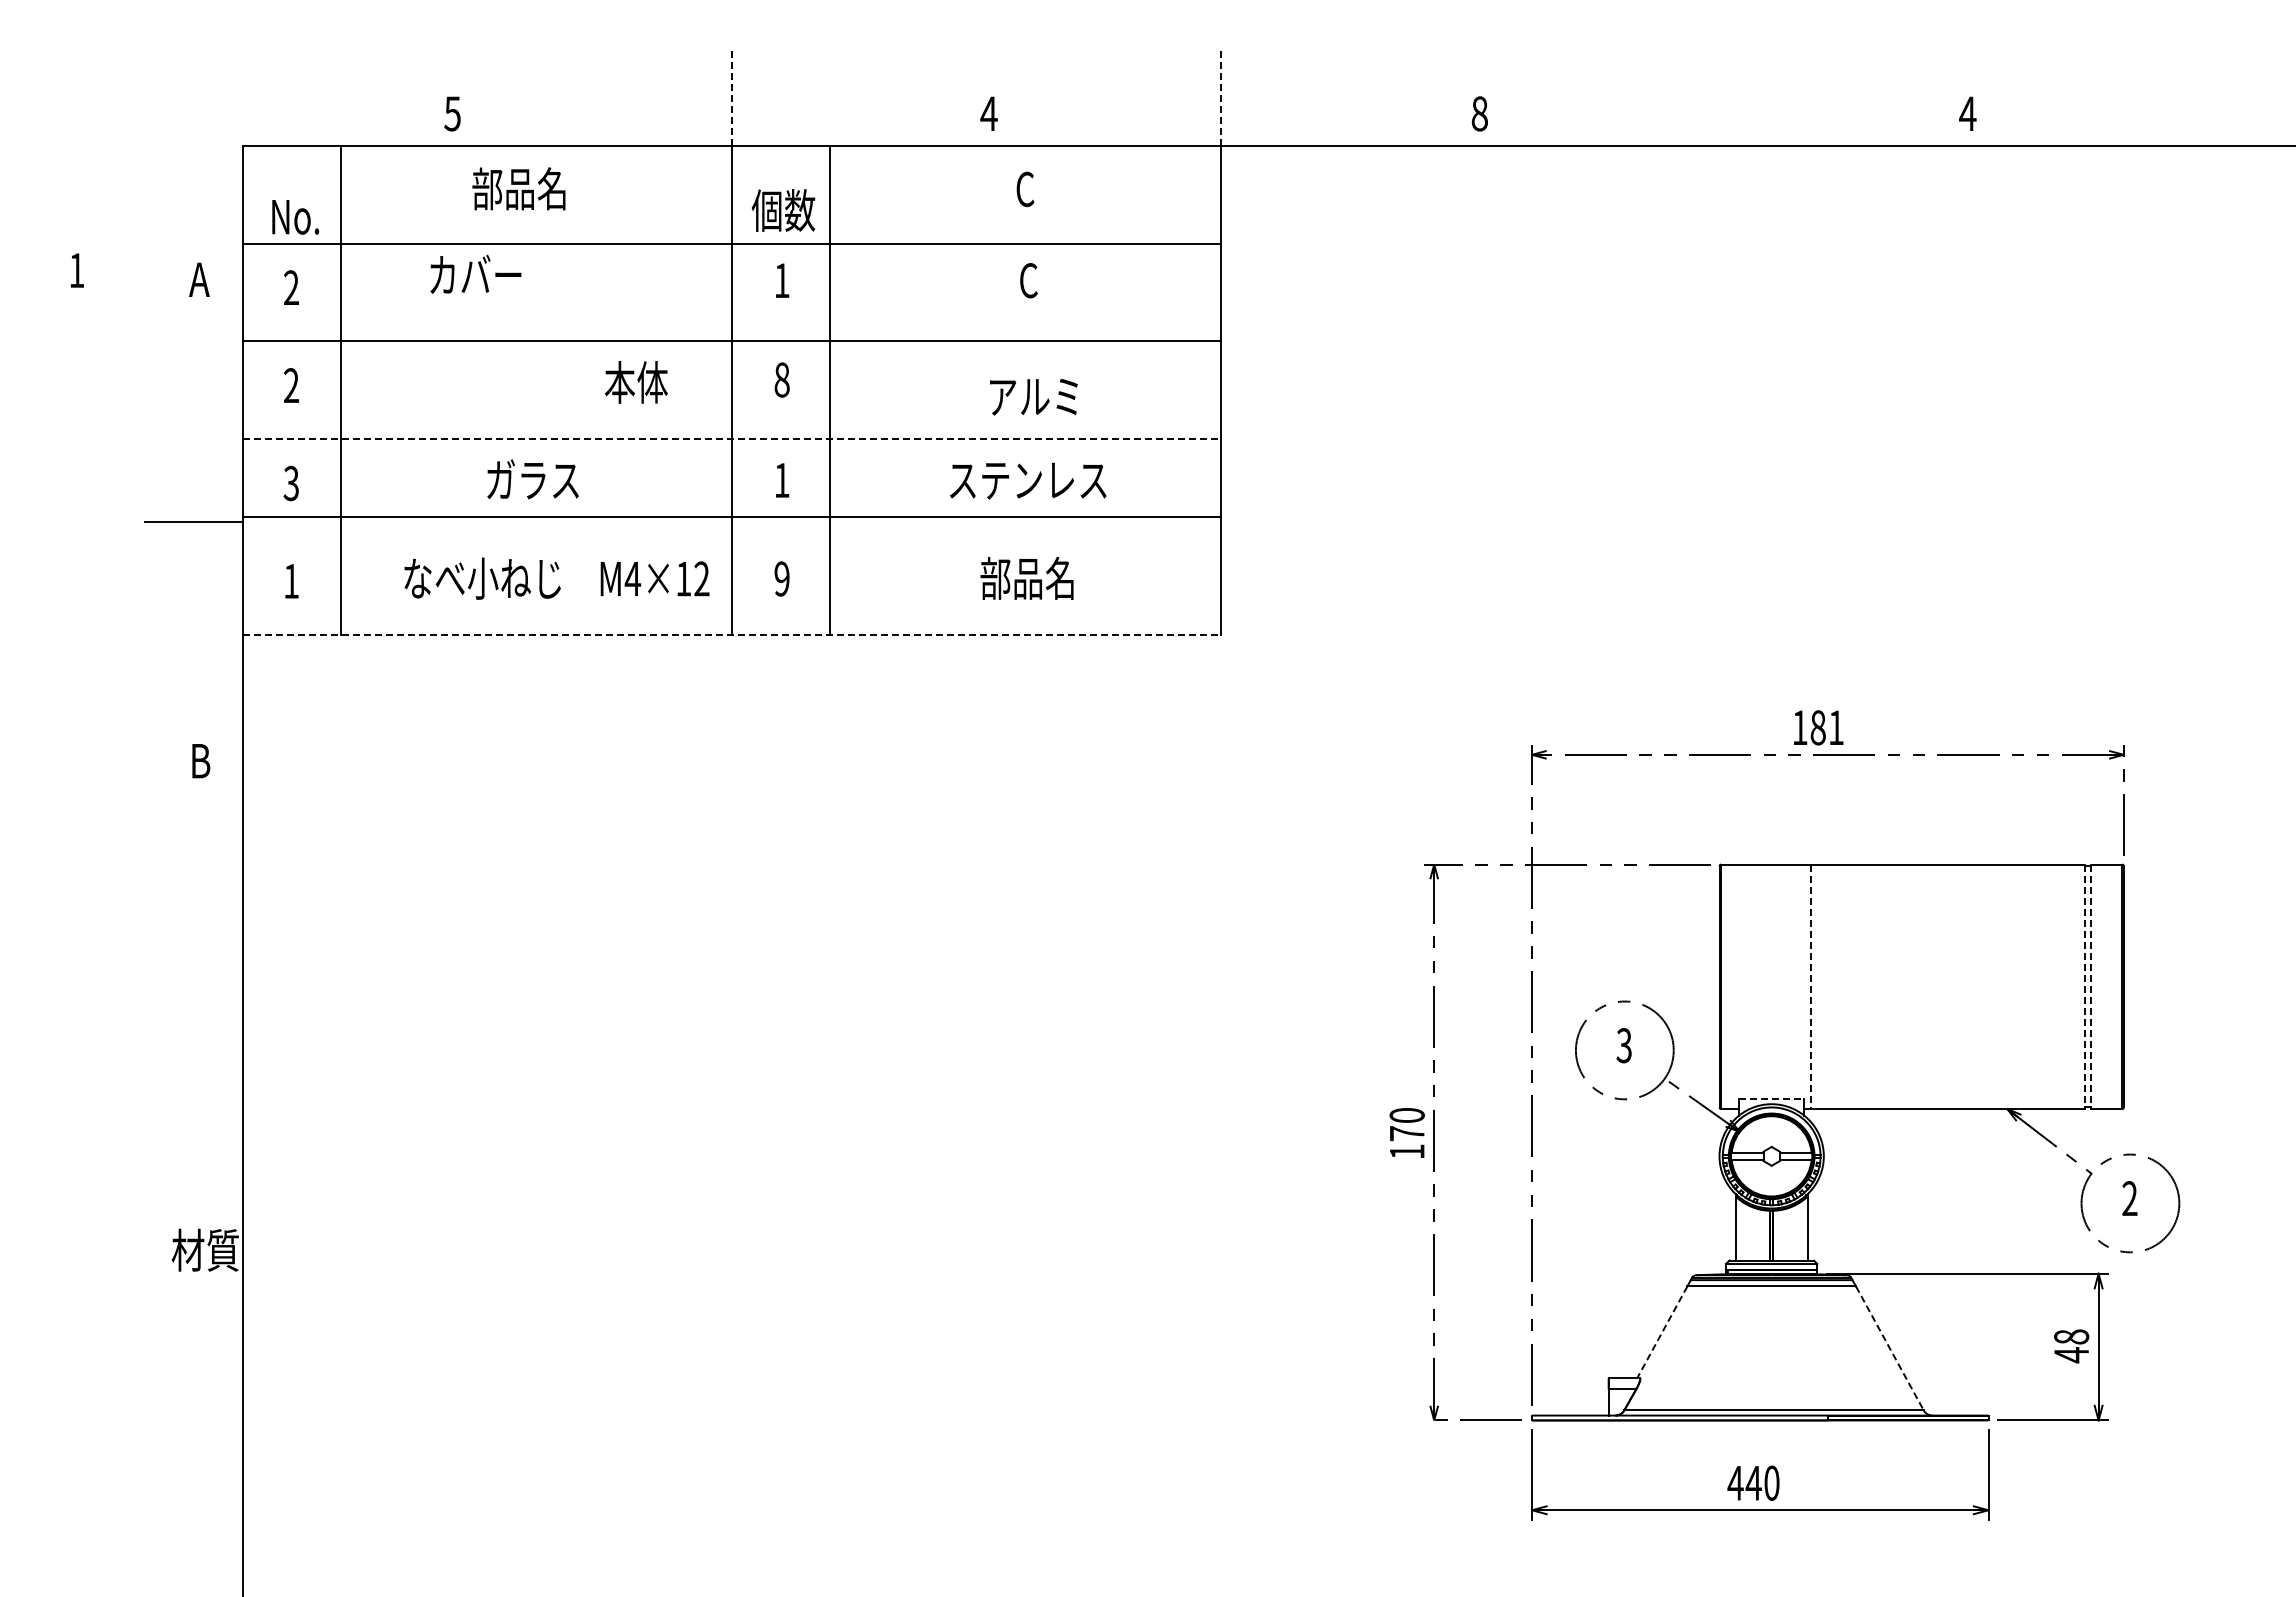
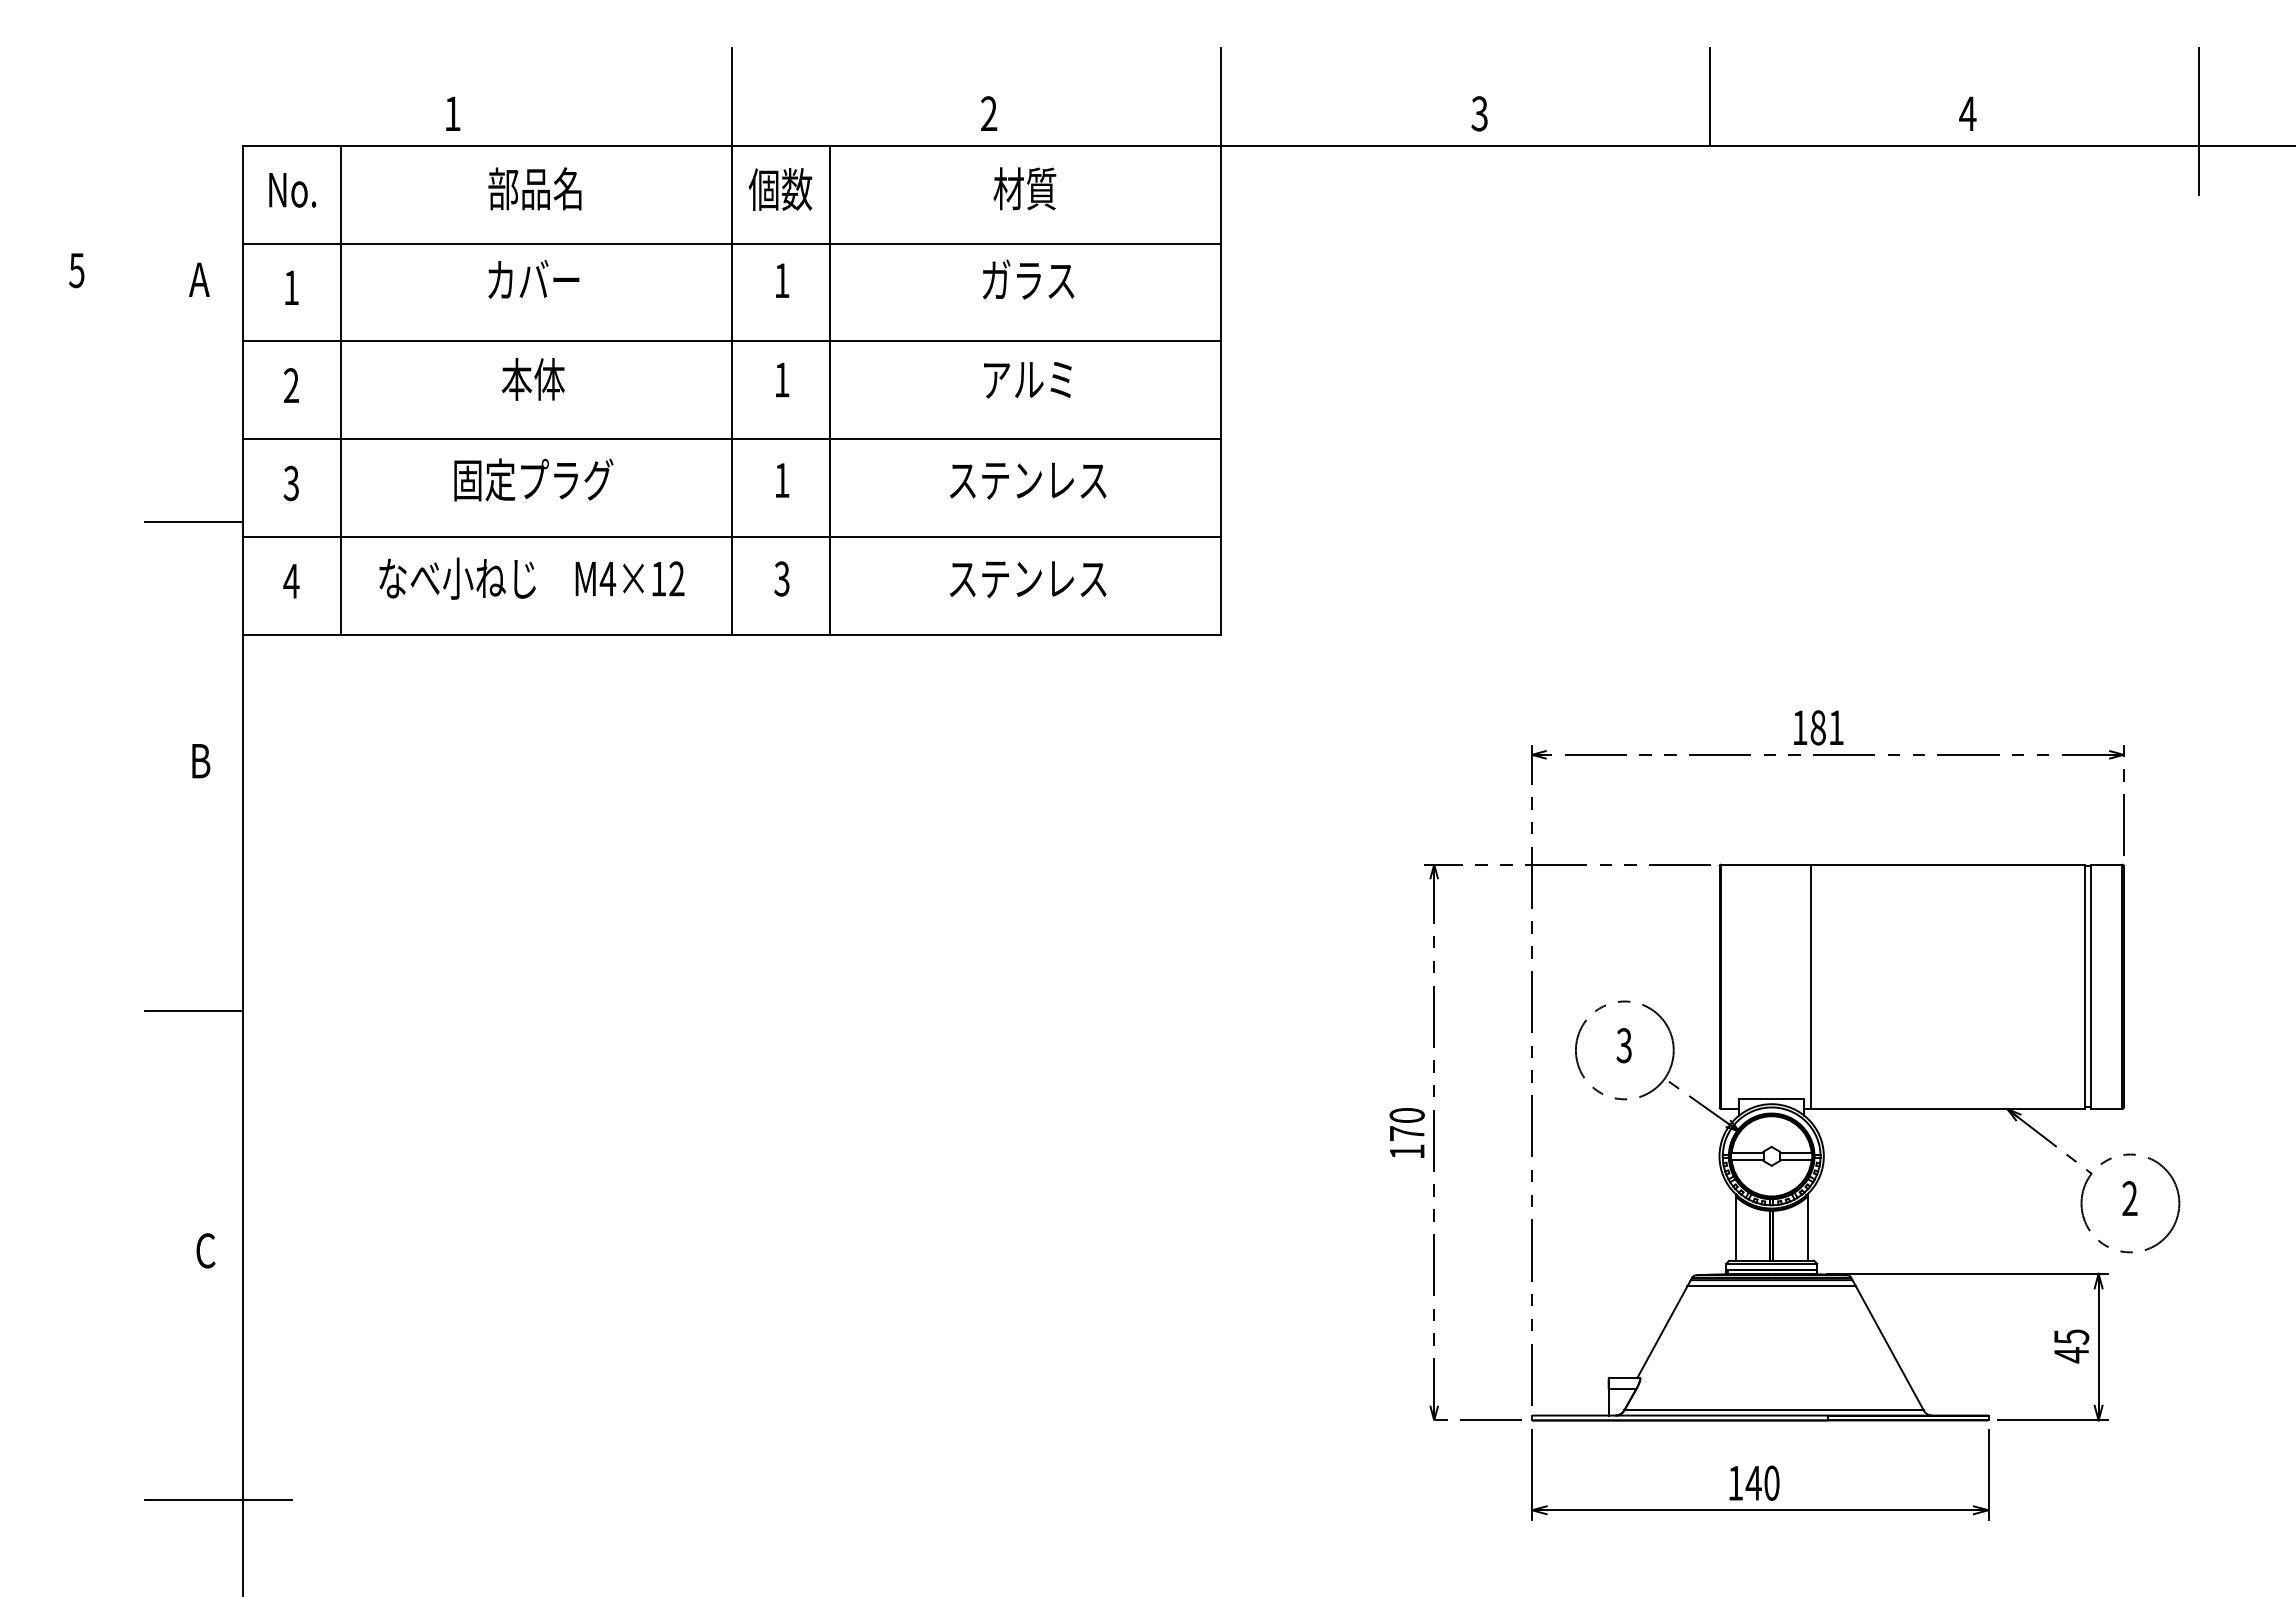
line at (732, 96): dashed -> solid
line at (1221, 96): dashed -> solid
line at (1710, 96): none -> present
text at (452, 113): 5 -> 1
text at (988, 113): 4 -> 2
text at (1479, 113): 8 -> 3
line at (2199, 120): none -> present
text at (518, 188) position: (518, 188) -> (534, 188)
text at (1024, 188): C -> 材質
text at (783, 210) position: (783, 210) -> (780, 189)
text at (295, 217) position: (295, 217) -> (292, 190)
text at (76, 270): 1 -> 5
text at (475, 273) position: (475, 273) -> (533, 278)
text at (1028, 279): C -> ガラス
text at (291, 287): 2 -> 1
text at (781, 379): 8 -> 1
text at (635, 382) position: (635, 382) -> (532, 379)
text at (1033, 397) position: (1033, 397) -> (1027, 380)
line at (732, 439): dashed -> solid
text at (533, 479): ガラス -> 固定プラグ
line at (732, 516) position: (732, 516) -> (732, 536)
text at (556, 578) position: (556, 578) -> (531, 578)
text at (781, 578): 9 -> 3
text at (1028, 578): 部品名 -> ステンレス
text at (291, 581): 1 -> 4
line at (732, 634): dashed -> solid
line at (1810, 987): dashed -> solid
line at (2084, 987): dashed -> solid
line at (2091, 987): dashed -> solid
line at (194, 1011): none -> present
line at (1771, 1098): dashed -> solid
text at (204, 1249): 材質 -> C
line at (1662, 1332): dashed -> solid
text at (2071, 1336): 48 -> 45
line at (1889, 1348): dashed -> solid
text at (1735, 1483): 440 -> 140
line at (218, 1500): none -> present
